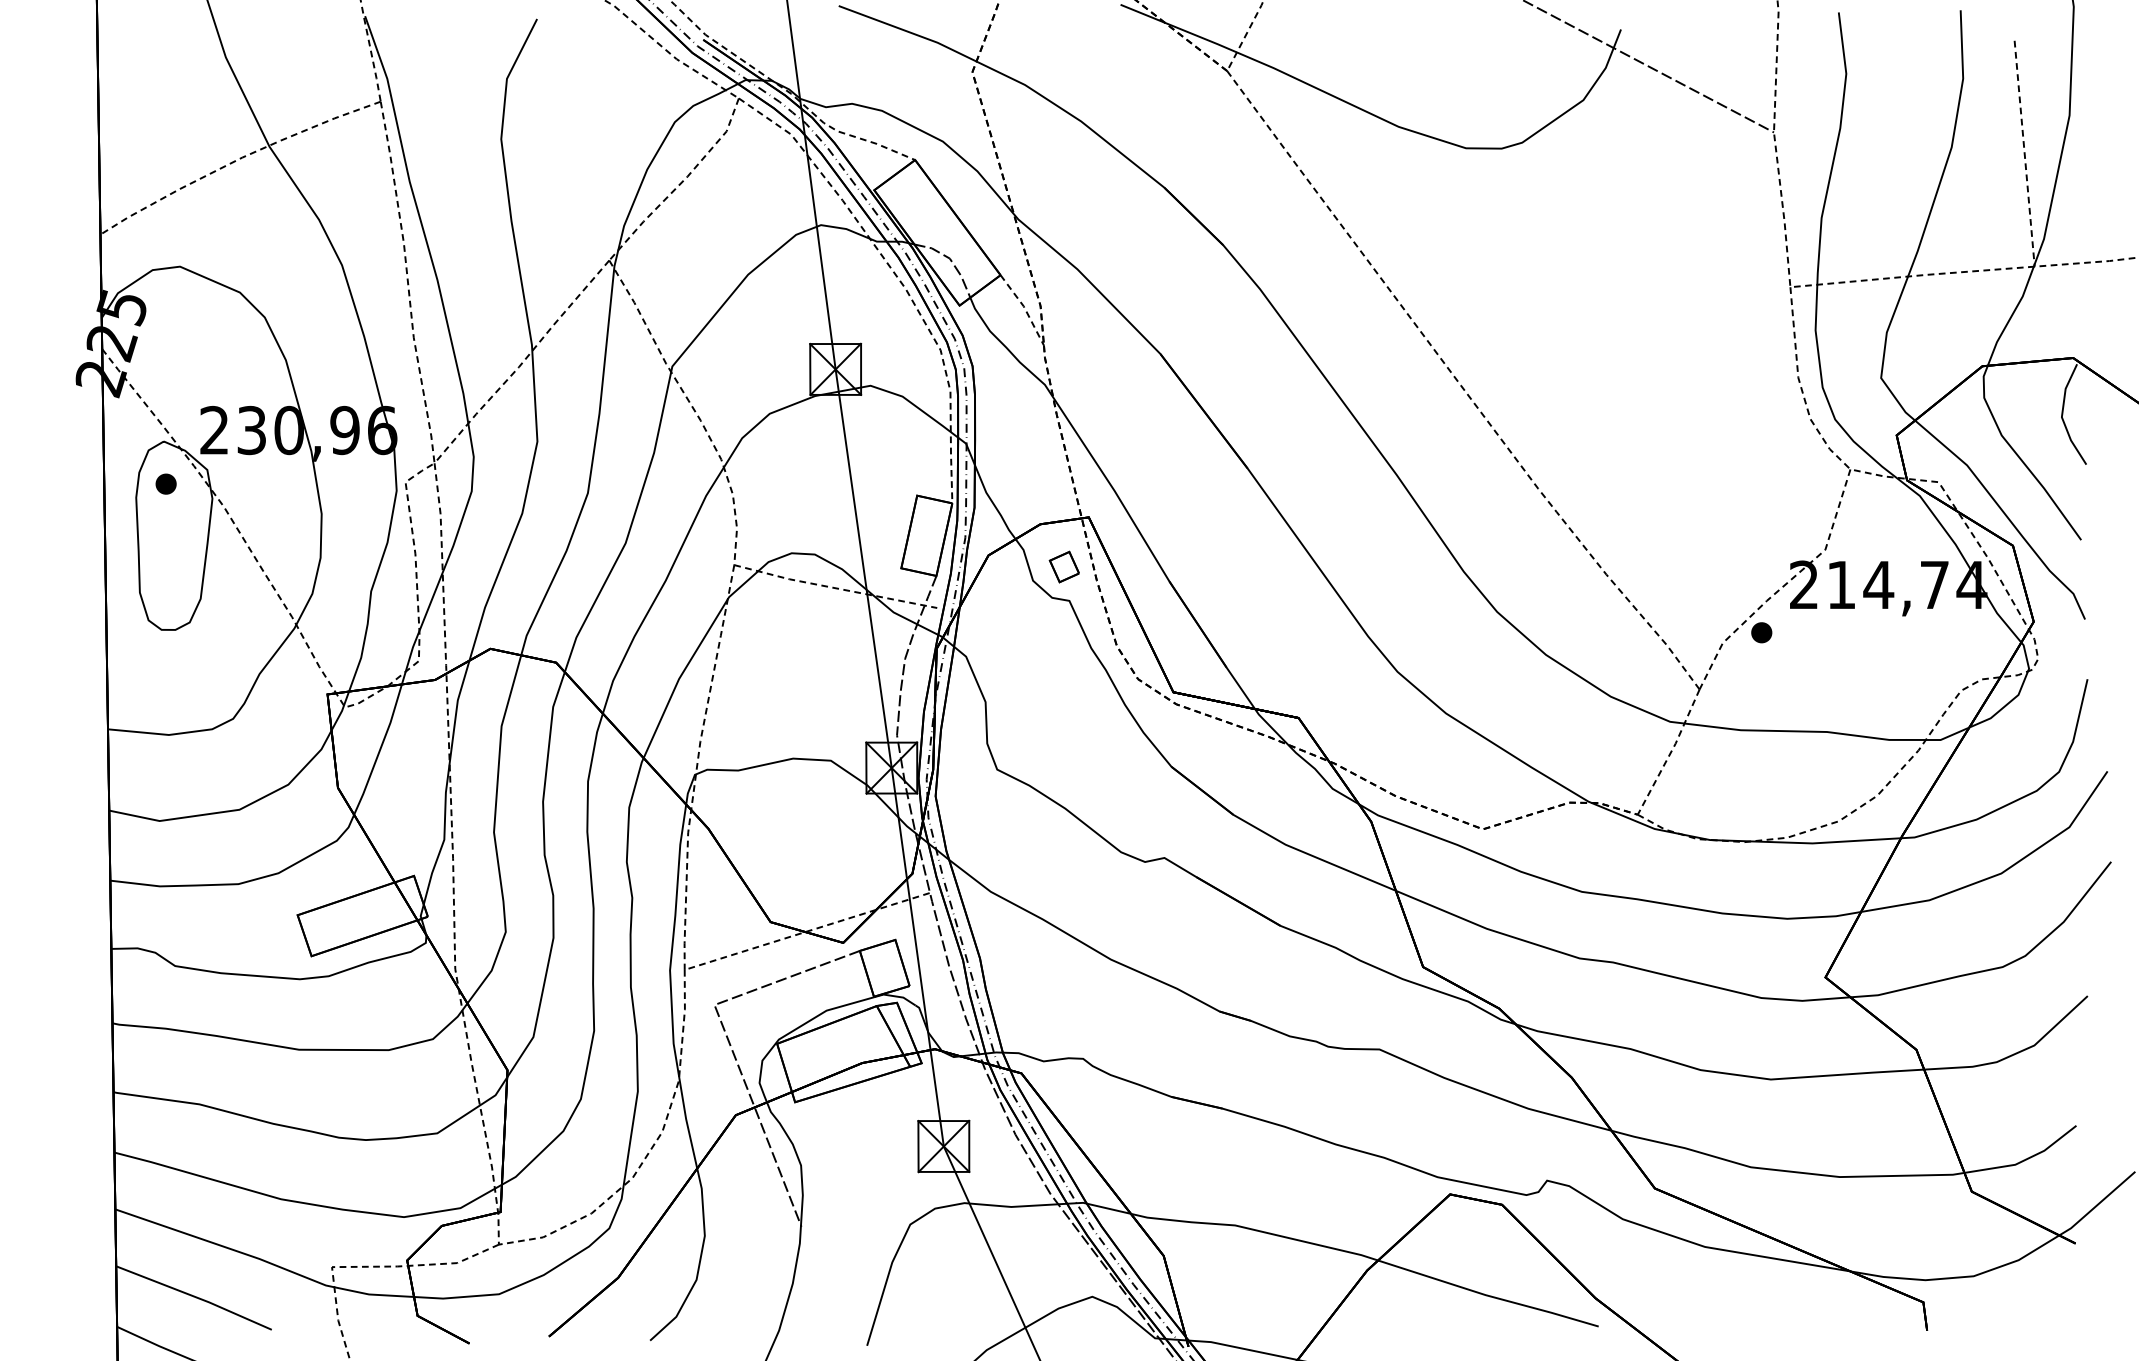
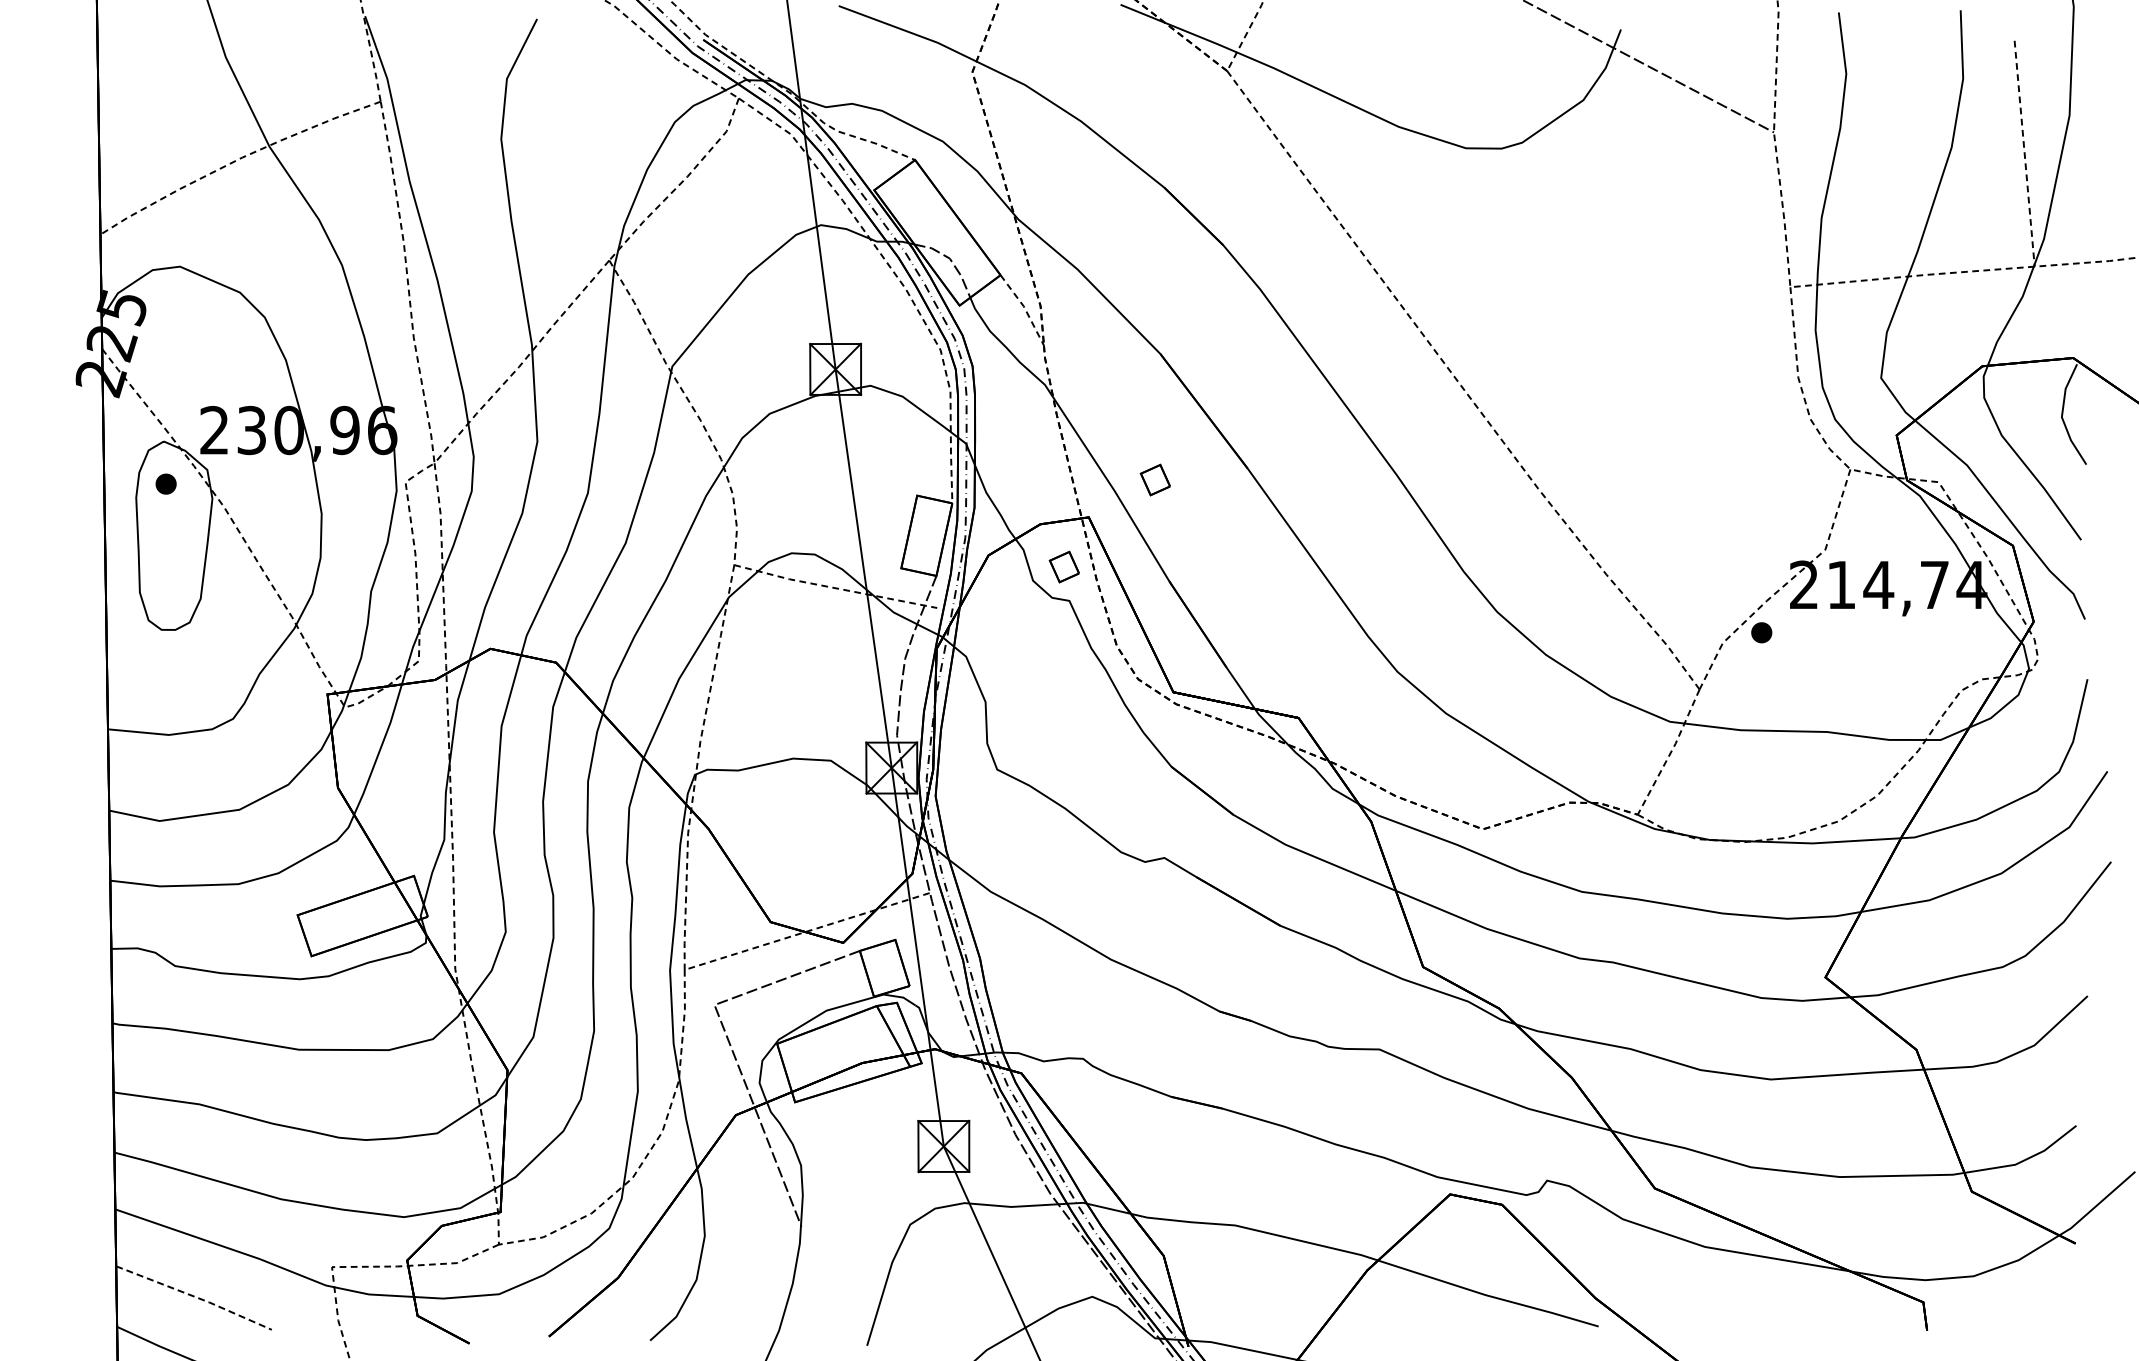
part at (1154, 479): none -> present
line at (195, 1296): solid -> dashed
